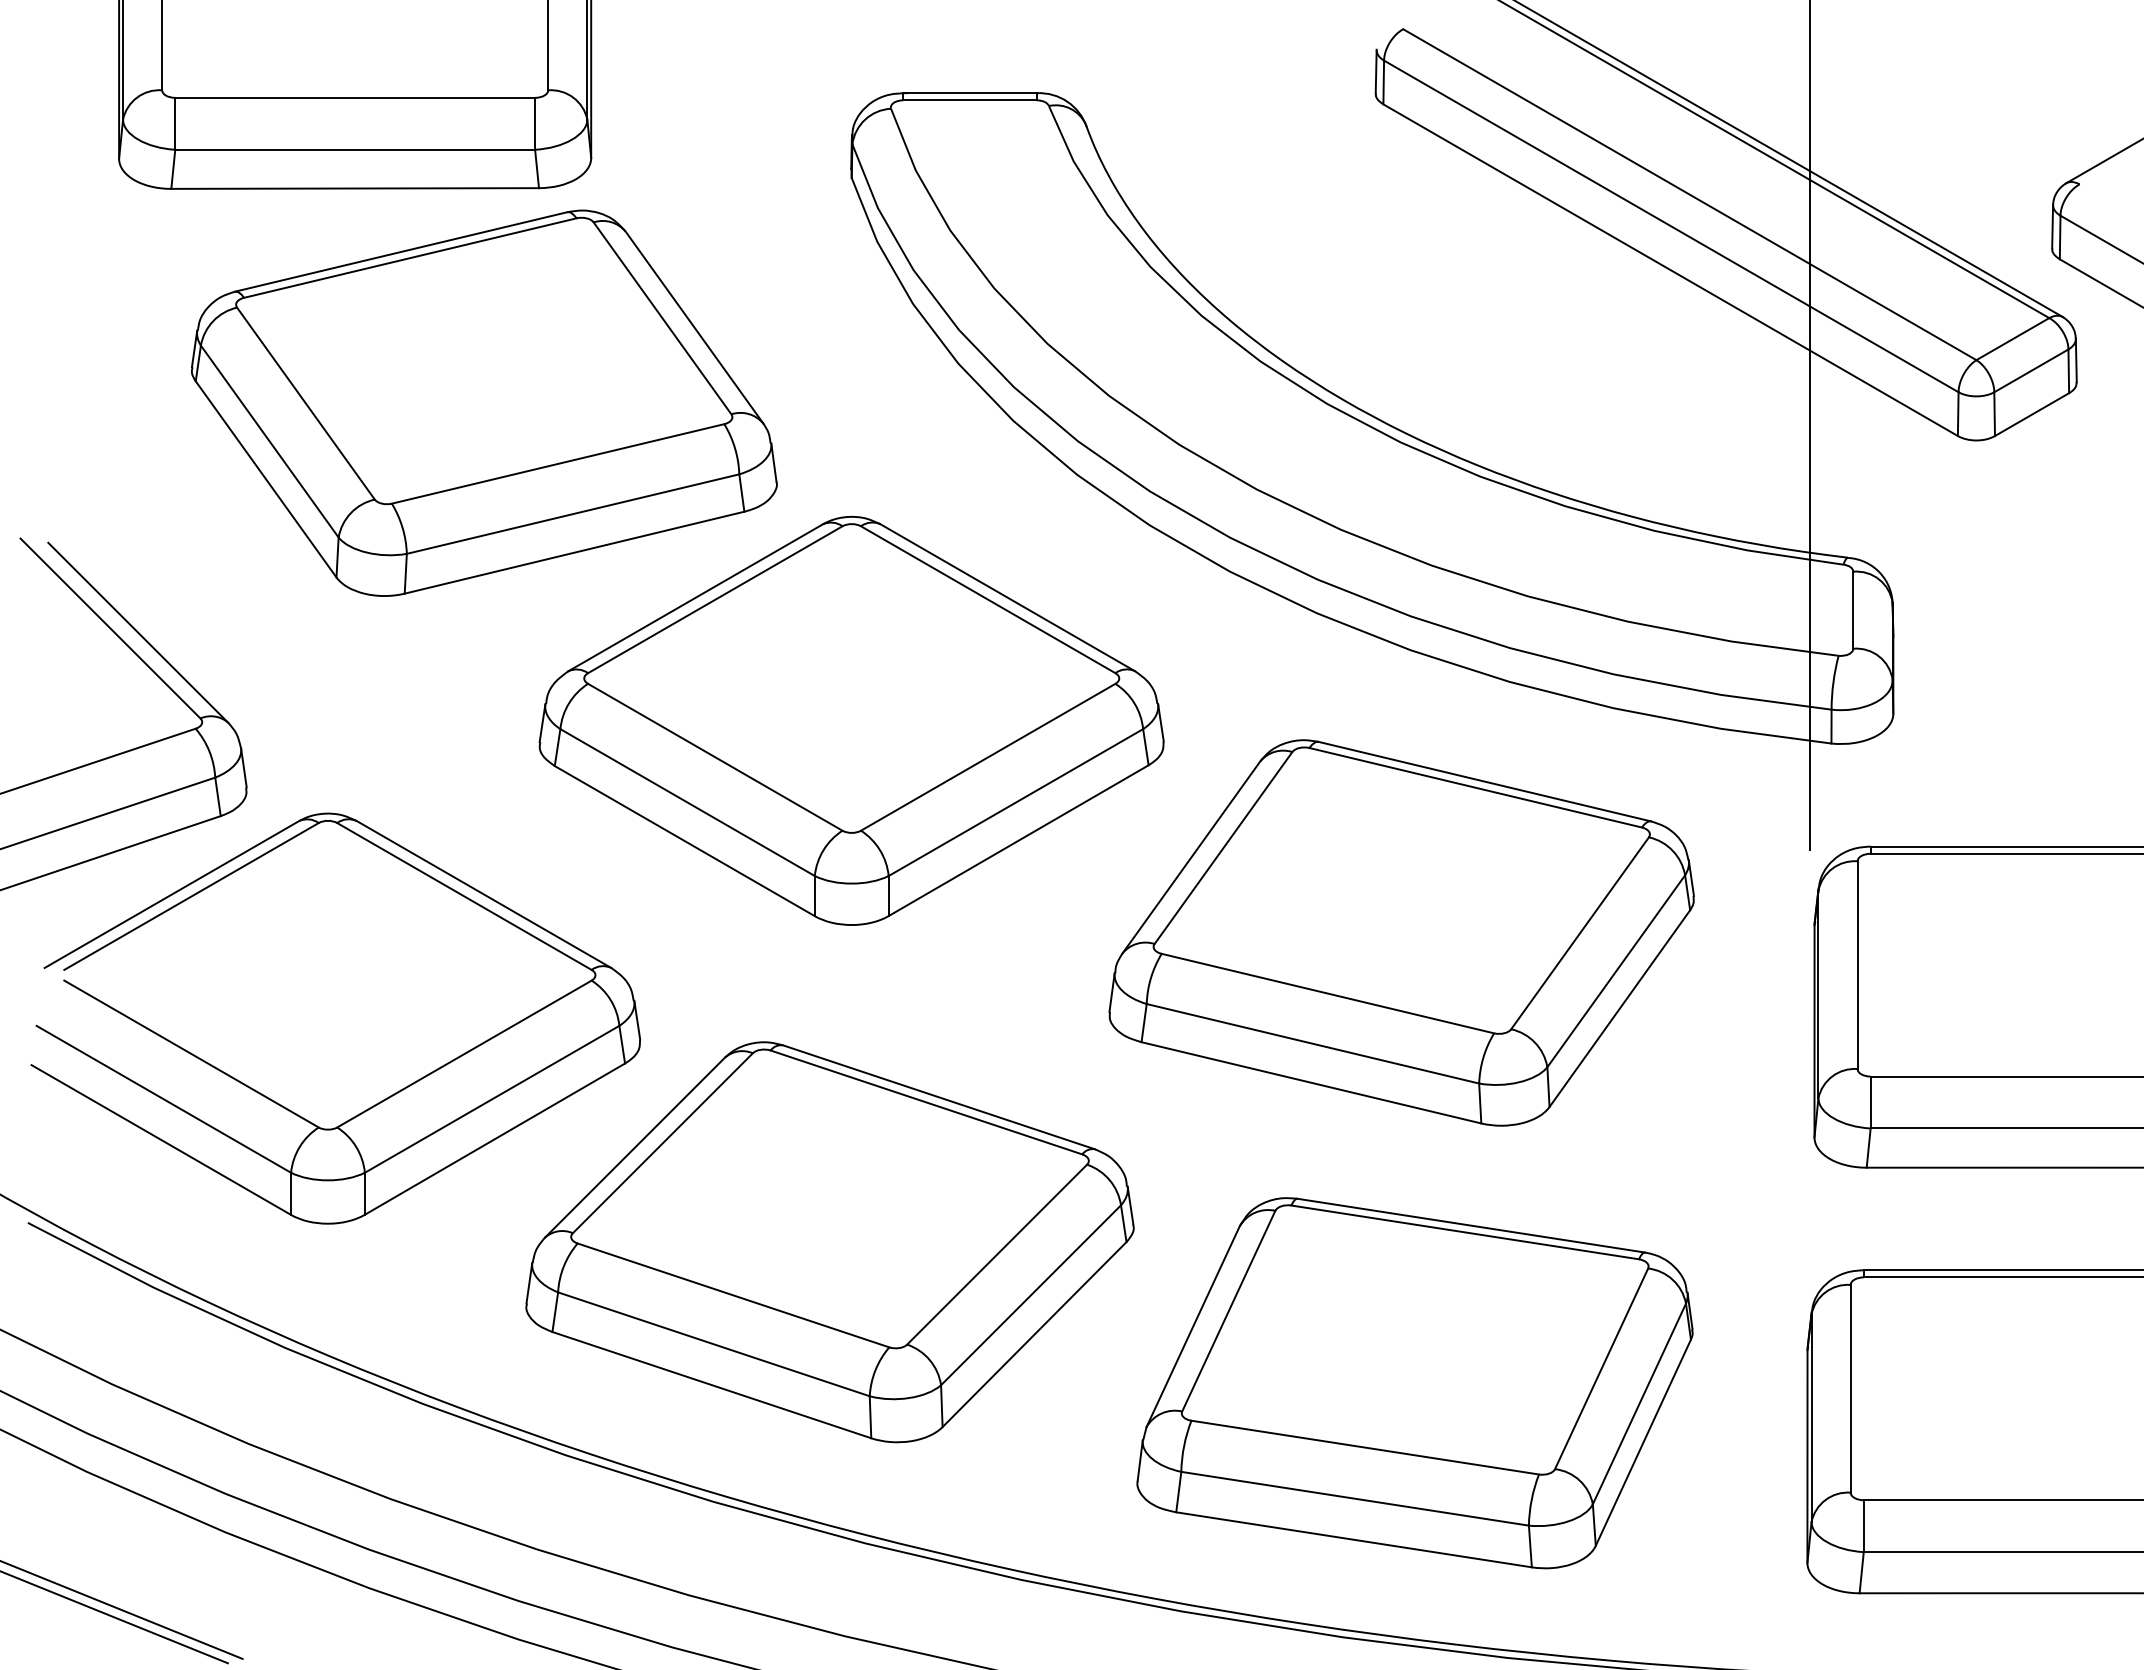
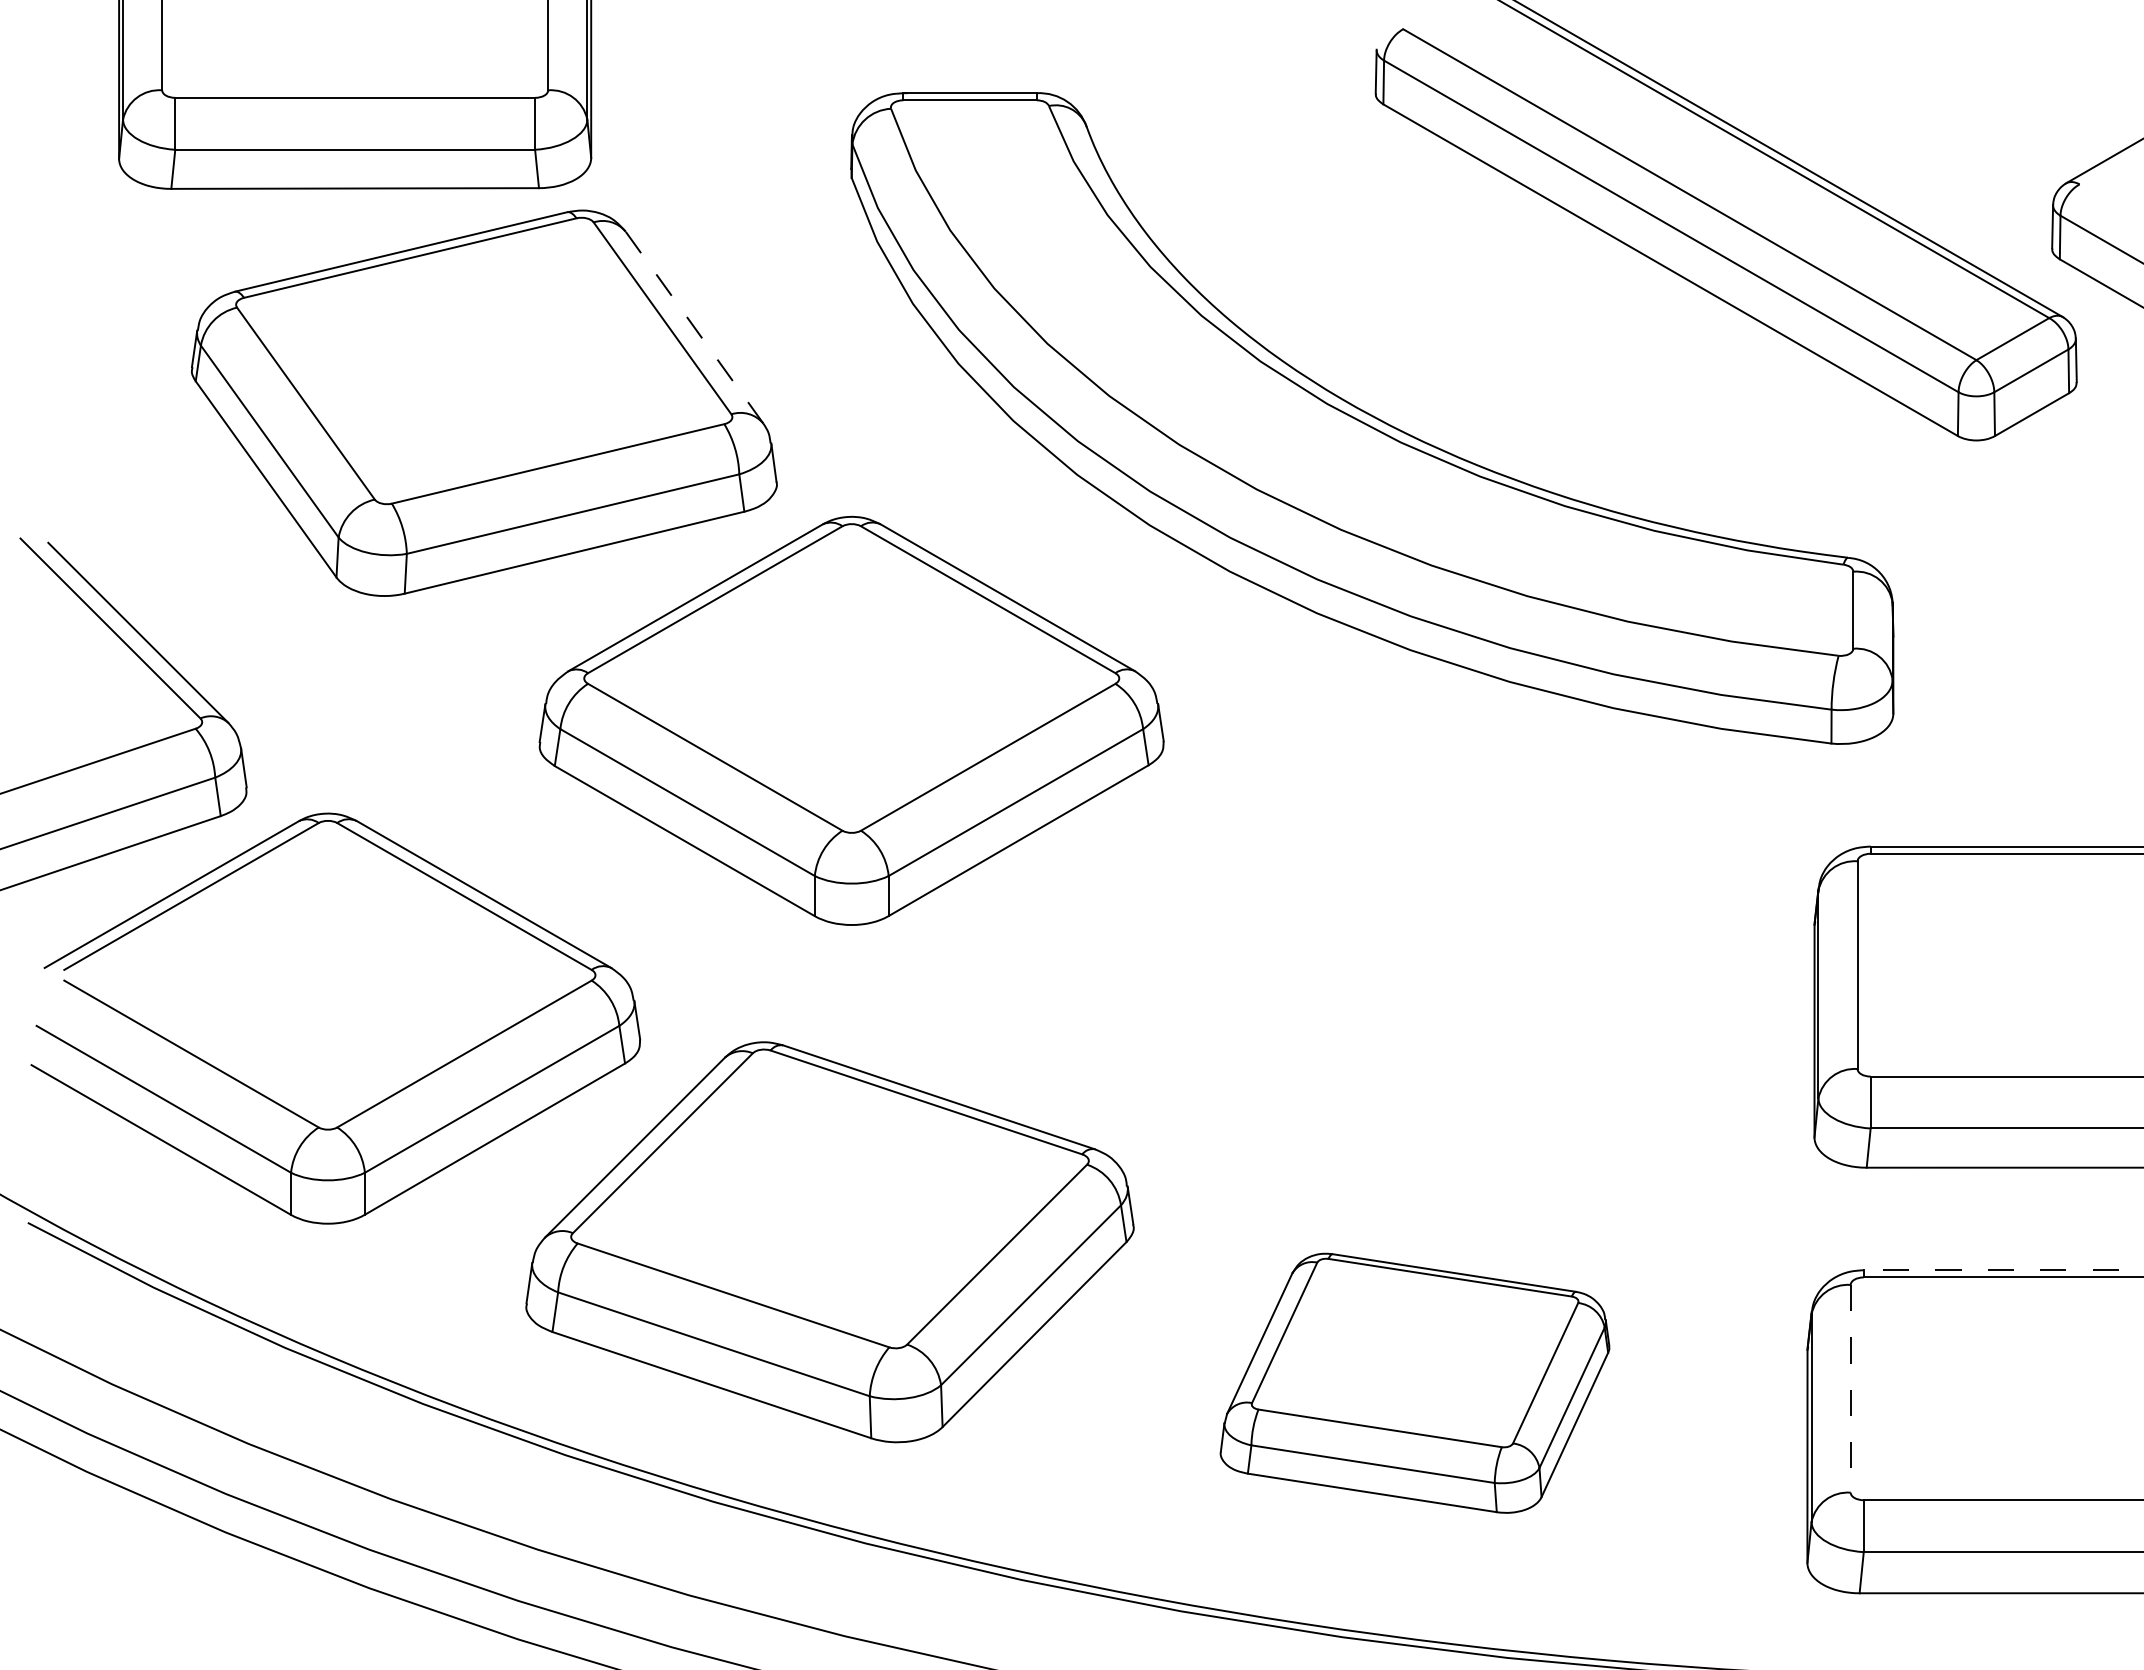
line at (694, 327): solid -> dashed
line at (1809, 426): present -> none
part at (1401, 932): present -> none
line at (2003, 1270): solid -> dashed
part at (1414, 1383) size: 558x373 px -> 392x262 px
line at (1850, 1388): solid -> dashed
line at (122, 1610): present -> none
line at (114, 1617): present -> none
